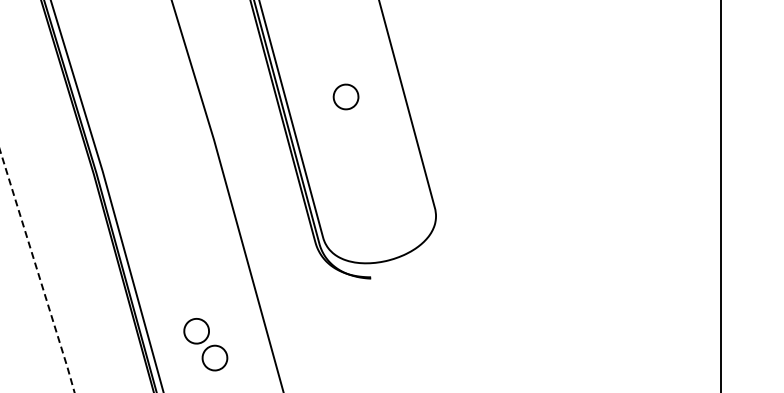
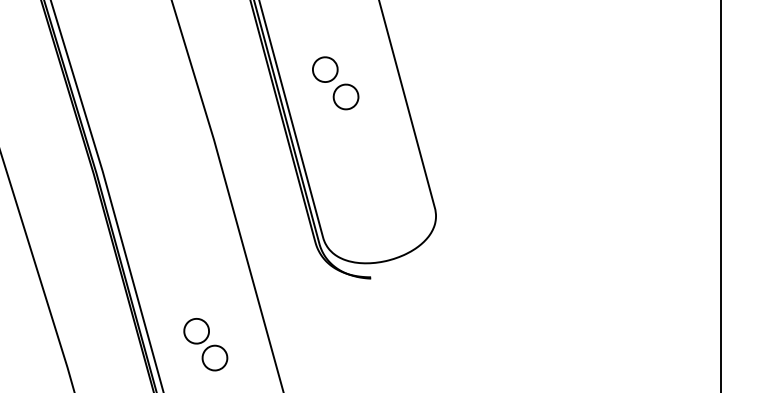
part at (325, 69): none -> present
line at (37, 272): dashed -> solid
